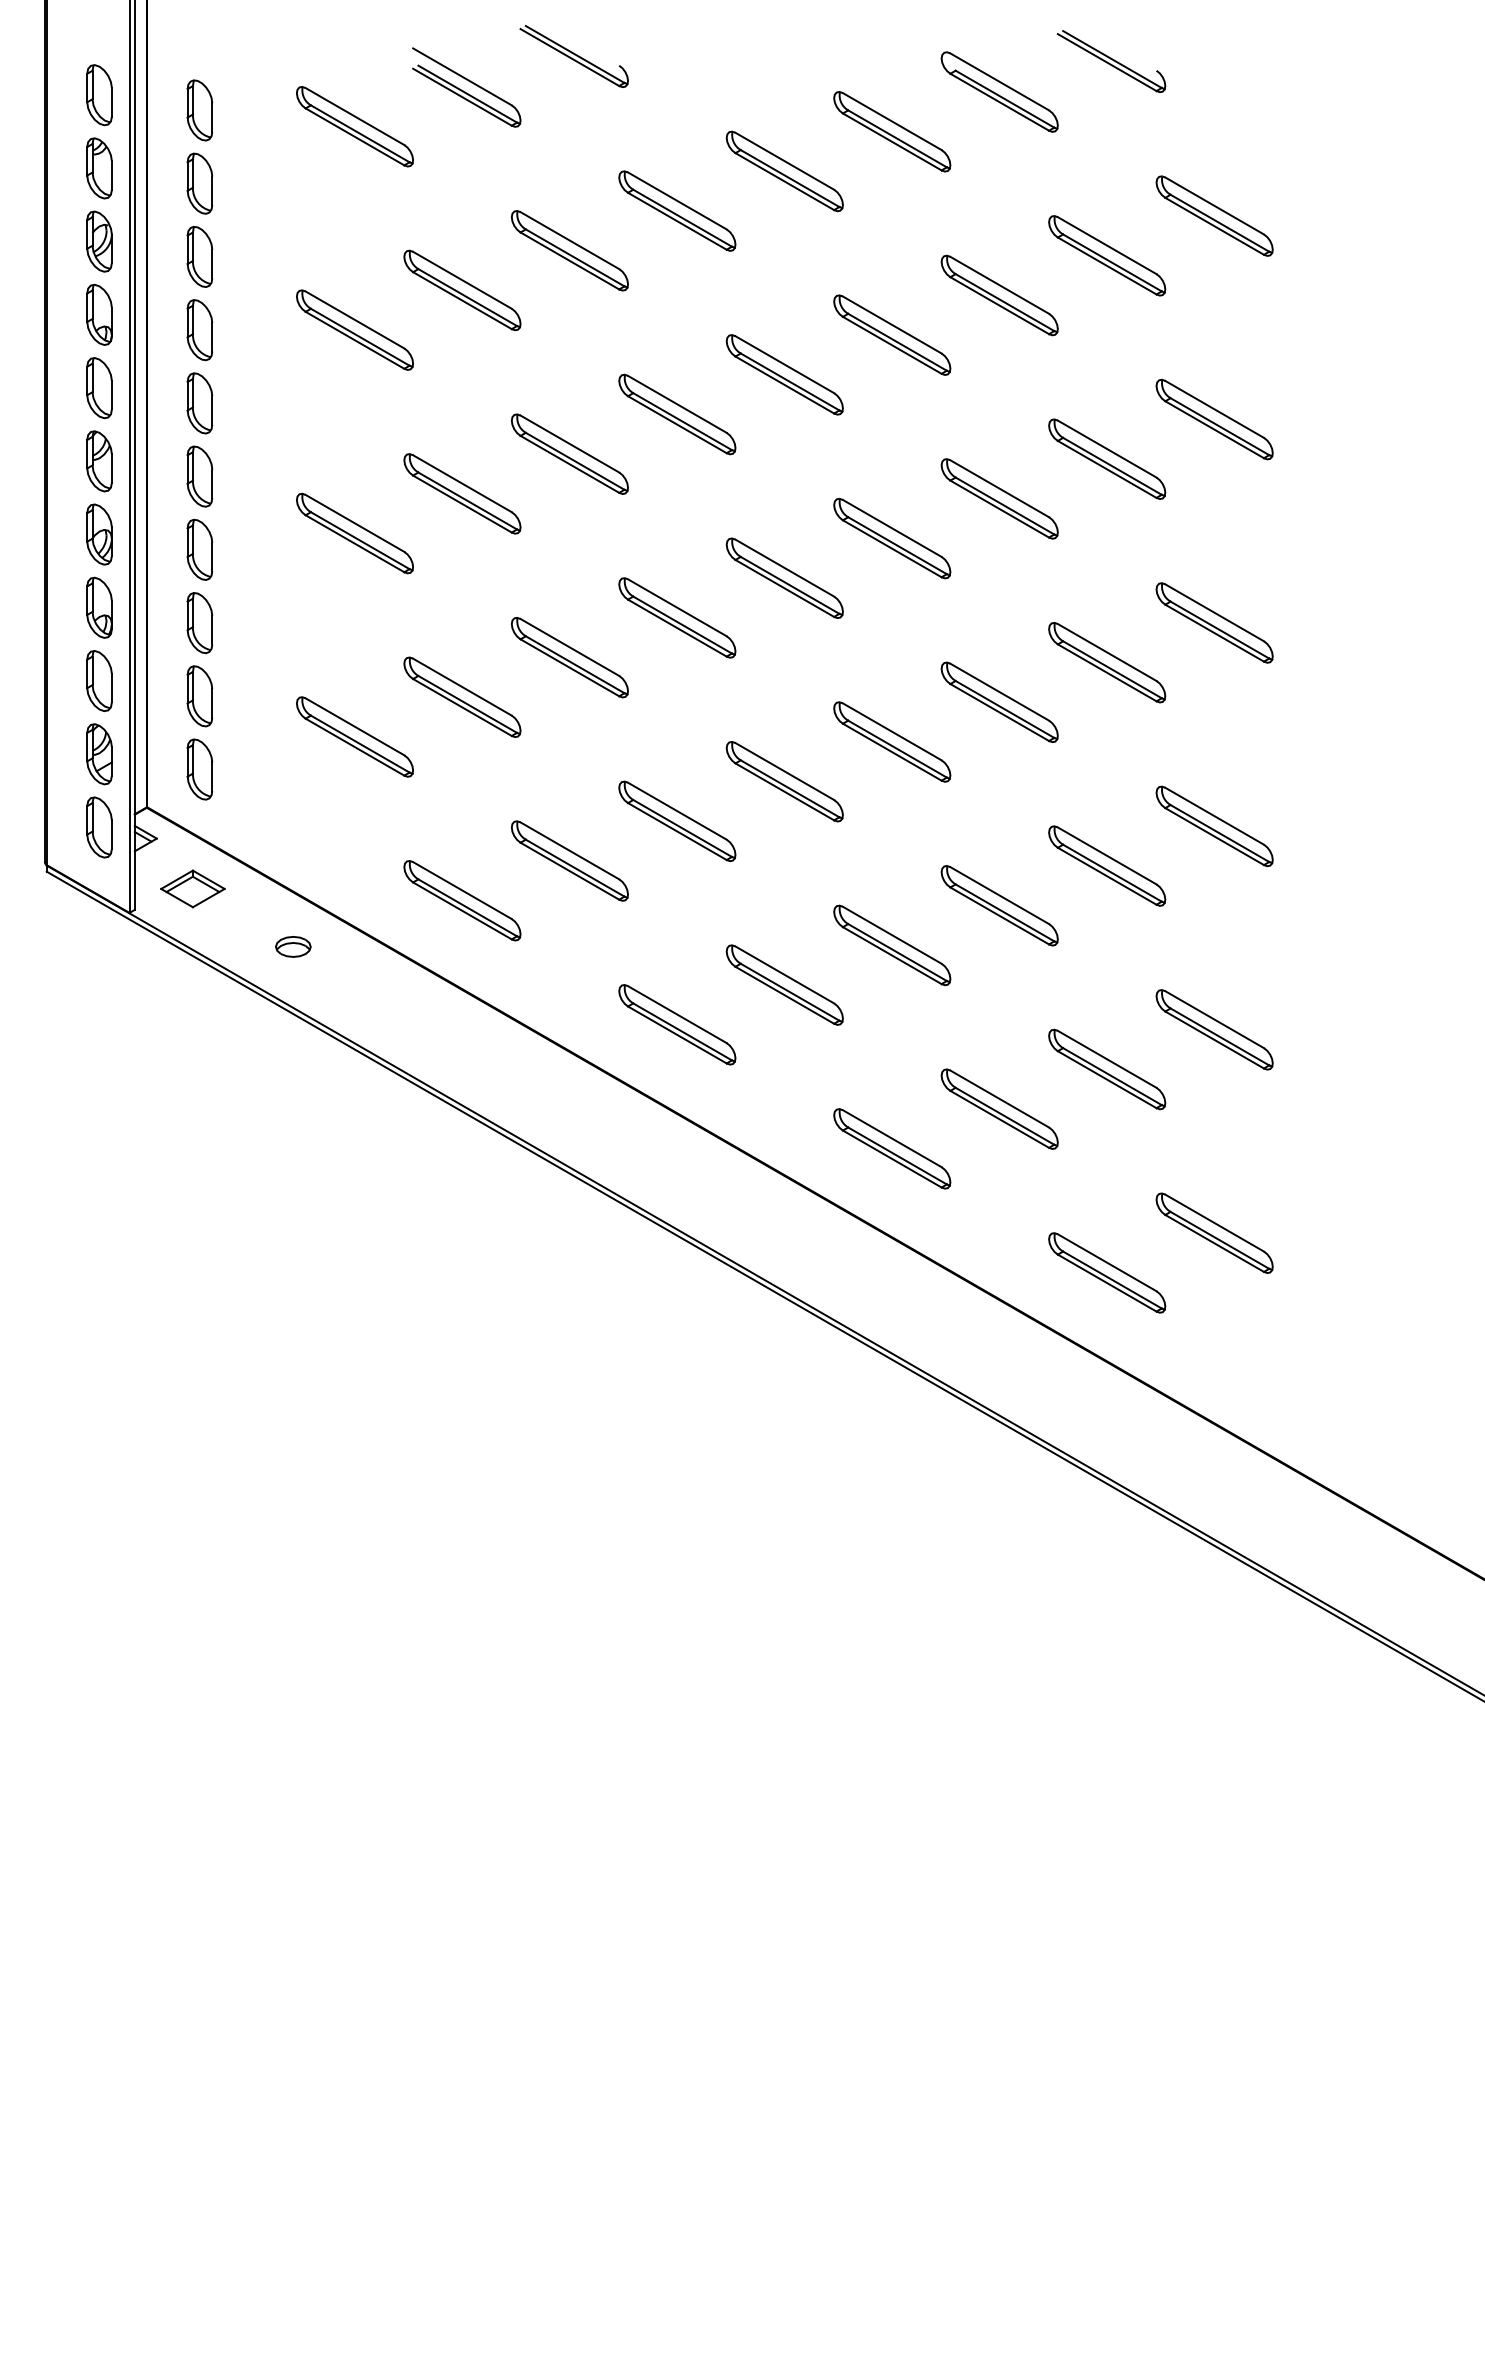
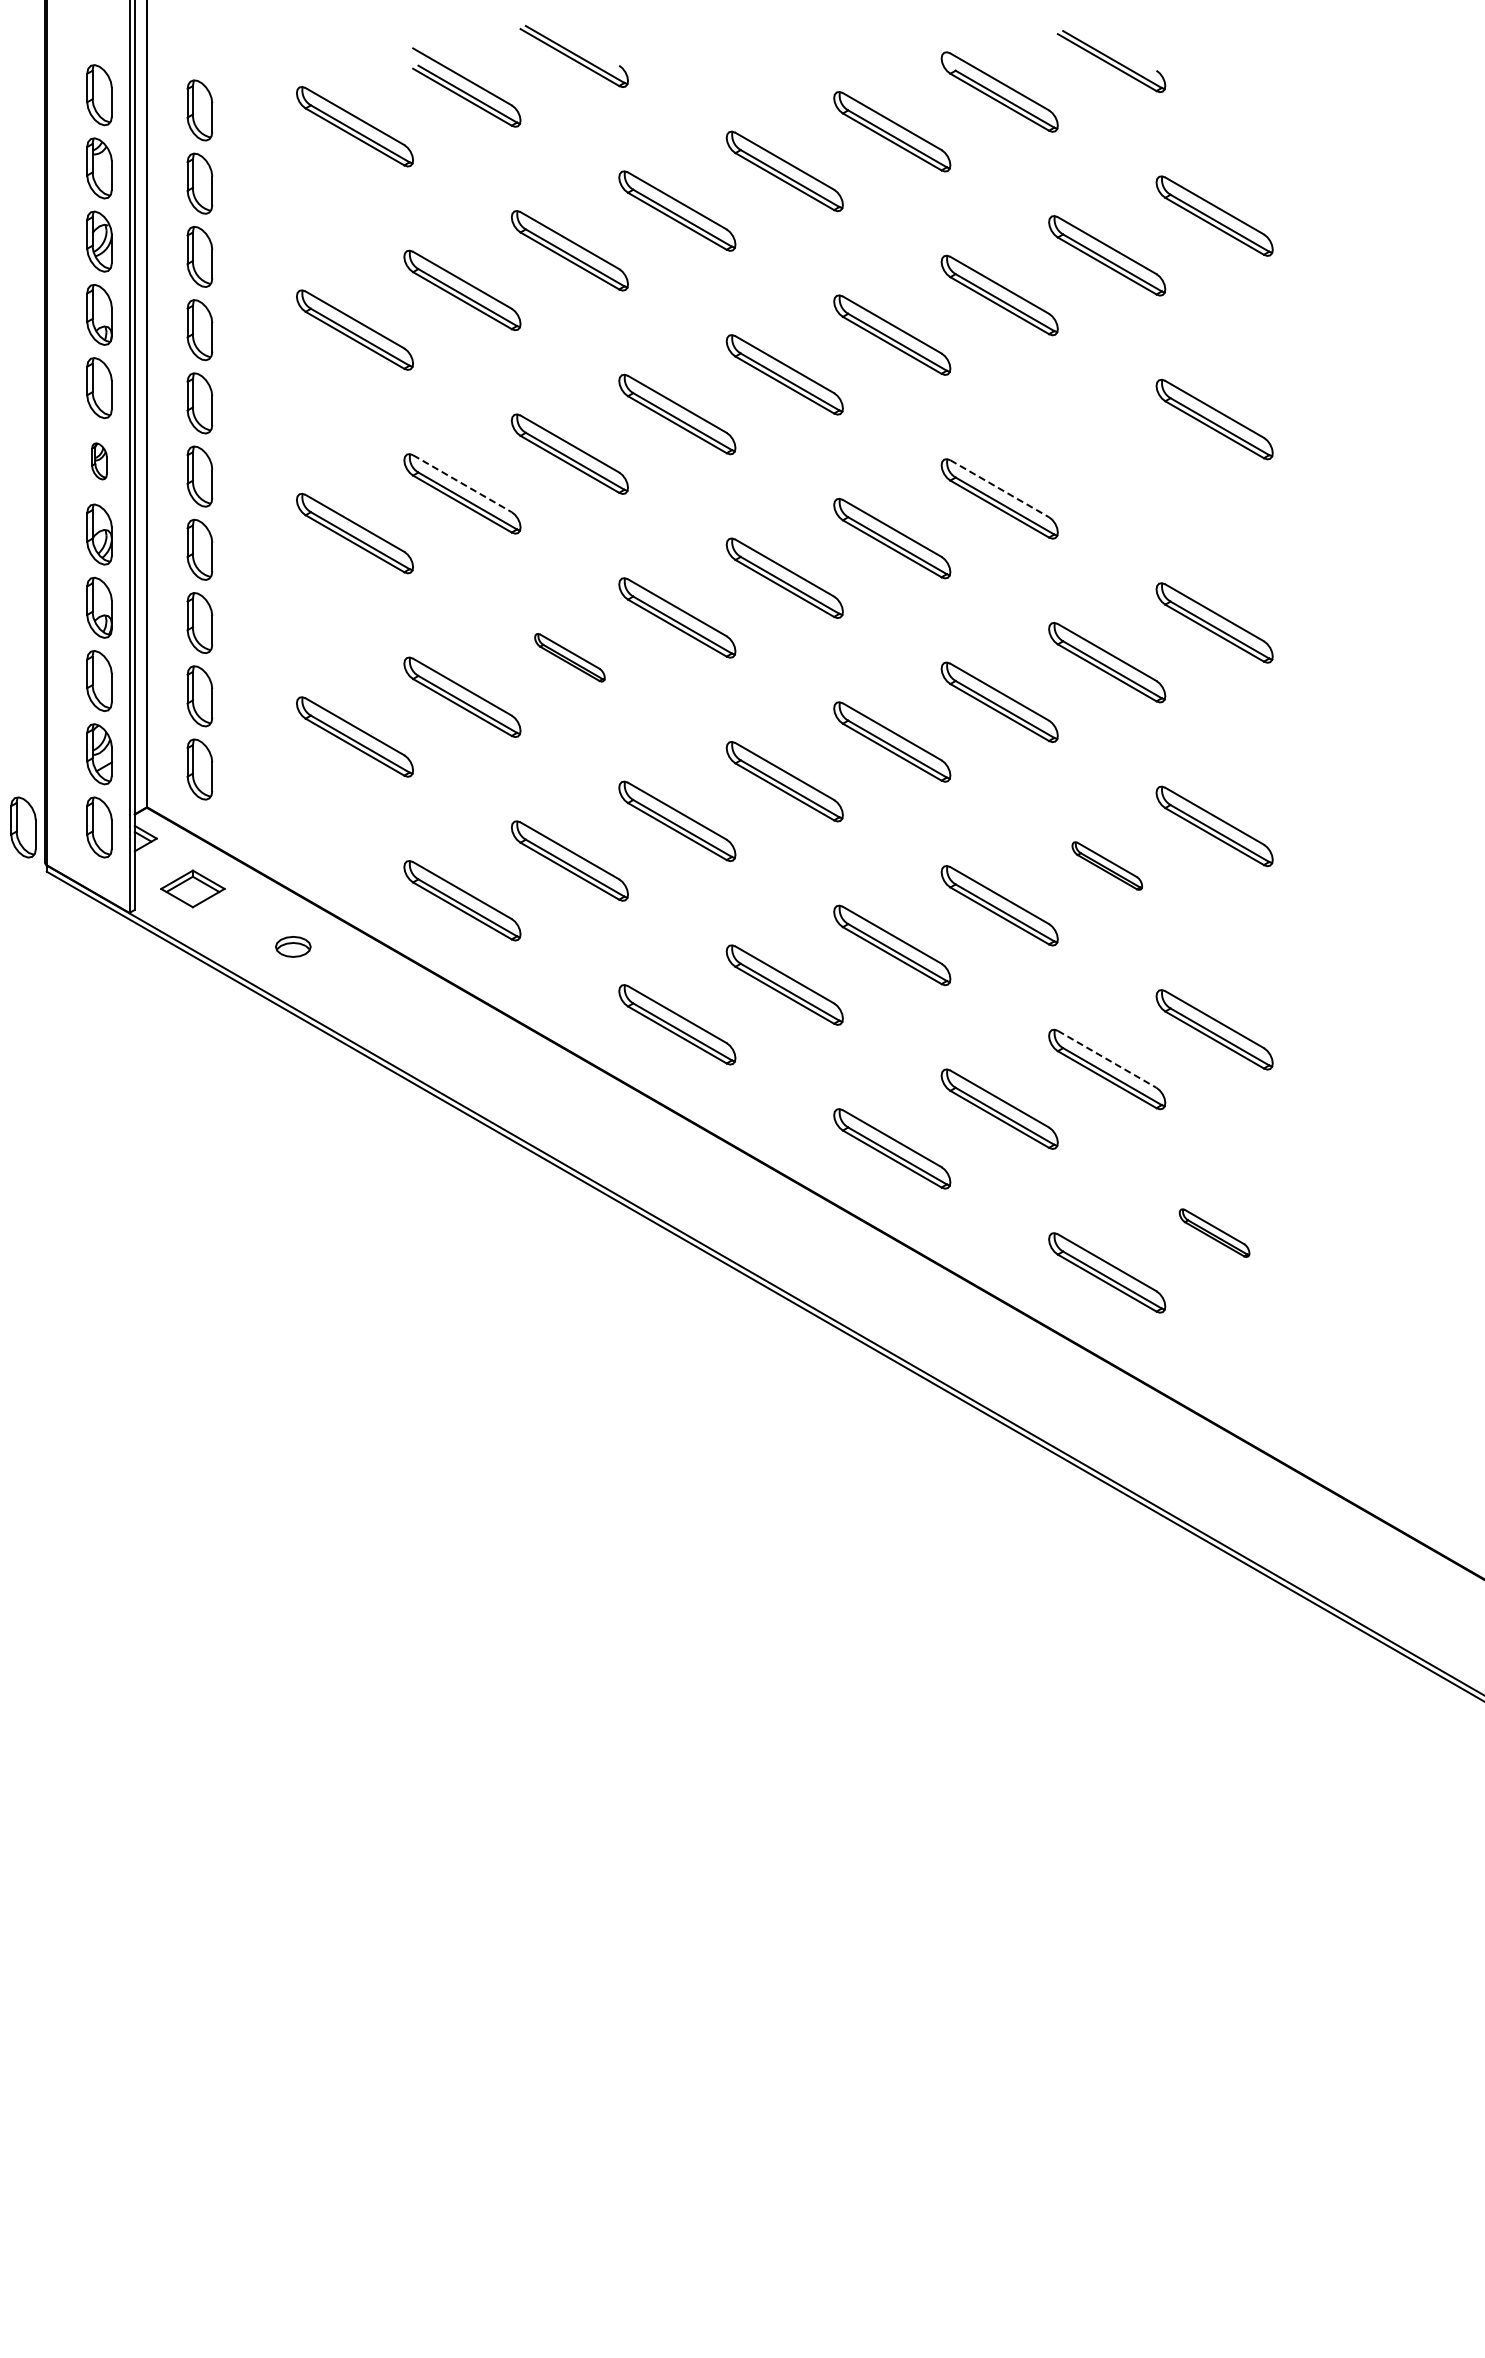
part at (1107, 458): present -> none
part at (99, 461) size: 27x63 px -> 17x39 px
line at (462, 483): solid -> dashed
line at (999, 488): solid -> dashed
part at (569, 657) size: 118x82 px -> 72x50 px
part at (23, 827): none -> present
part at (1107, 865) size: 119x82 px -> 73x50 px
line at (1107, 1059): solid -> dashed
part at (1214, 1232) size: 119x82 px -> 73x50 px
